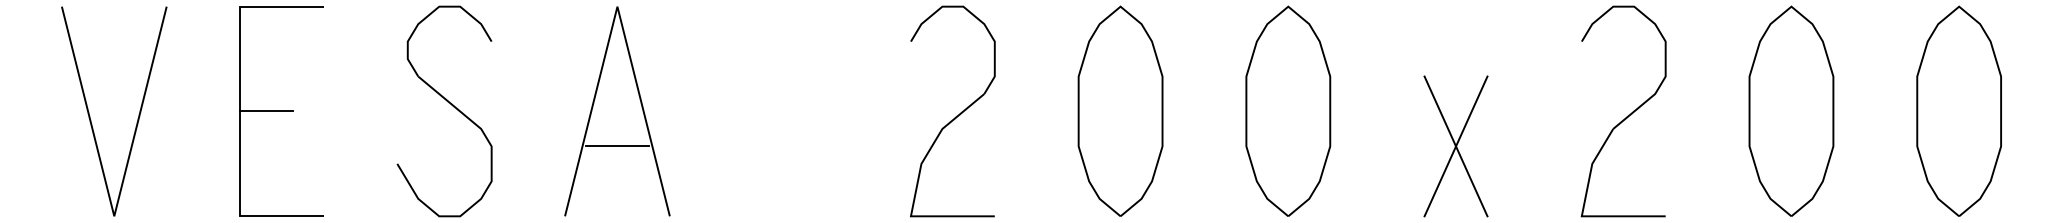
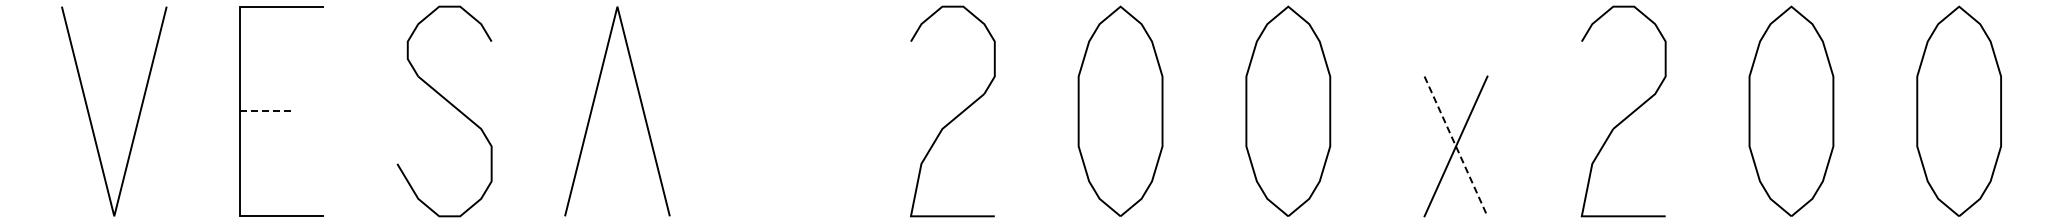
line at (266, 111): solid -> dashed
line at (617, 146): present -> none
line at (1456, 146): solid -> dashed
